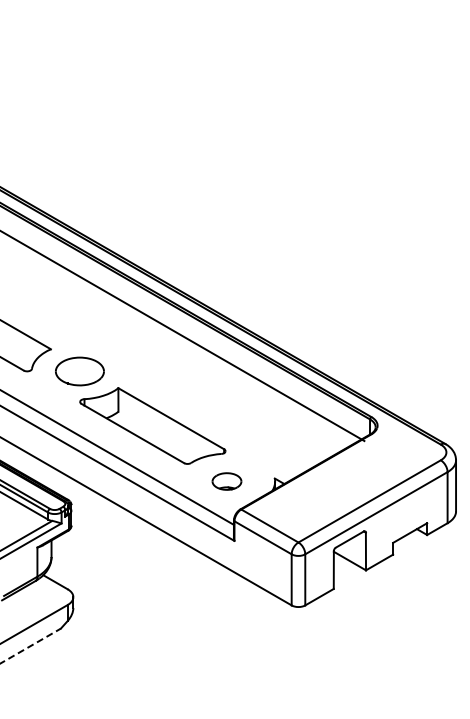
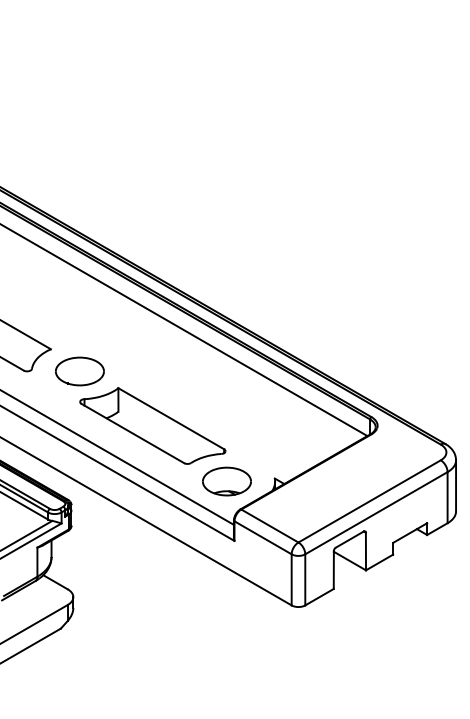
line at (183, 336) position: (183, 336) -> (184, 330)
part at (226, 481) size: 32x19 px -> 50x31 px
line at (30, 646): dashed -> solid
